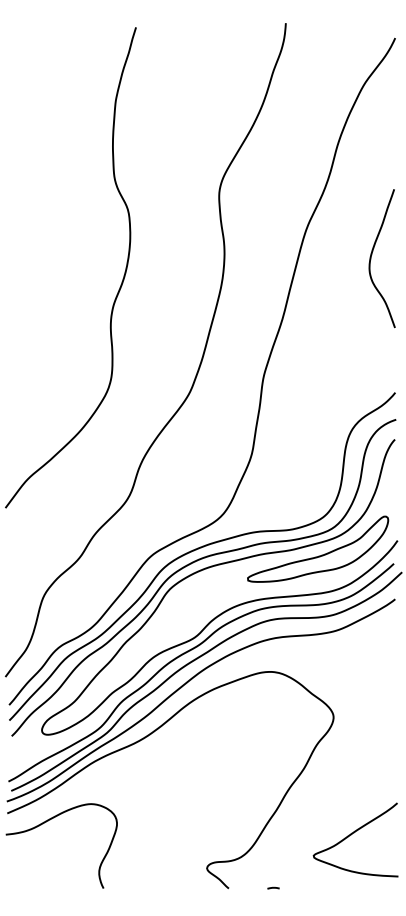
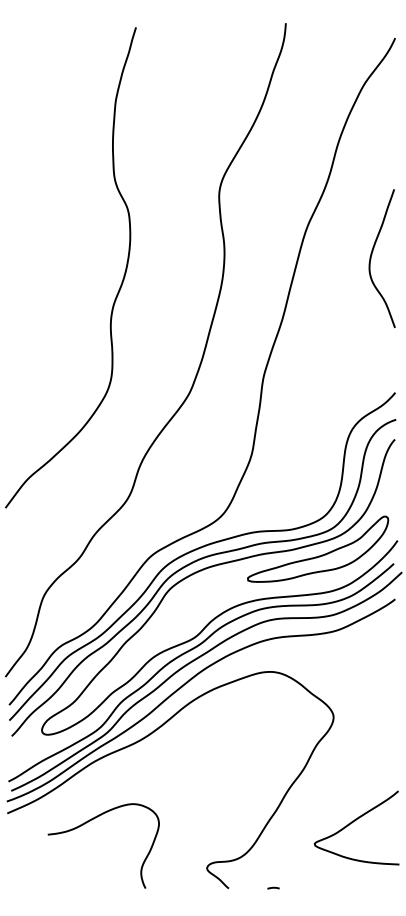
curve at (48, 821) position: (48, 821) -> (90, 821)
curve at (351, 835) position: (351, 835) -> (352, 823)
